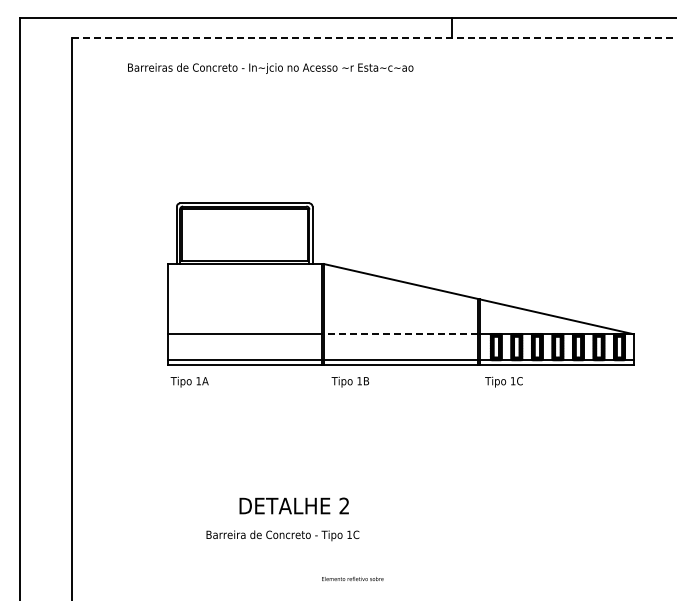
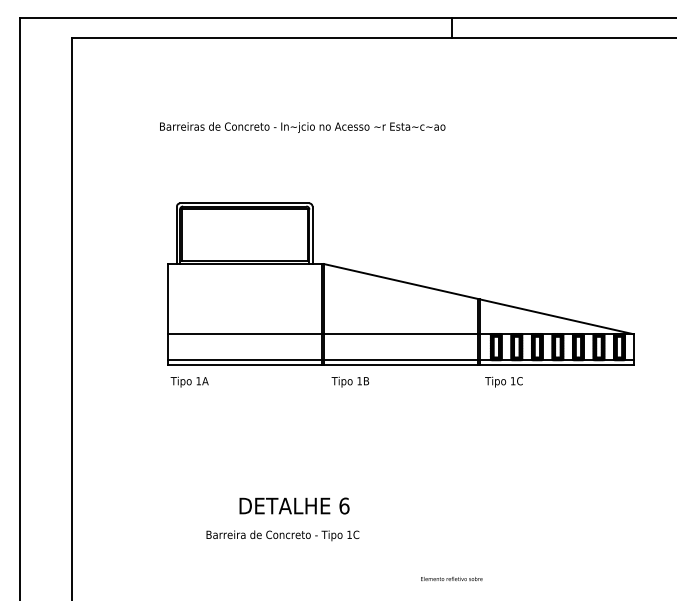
line at (374, 38): dashed -> solid
text at (270, 68) position: (270, 68) -> (302, 127)
line at (400, 334): dashed -> solid
text at (344, 505): 2 -> 6
text at (352, 579) position: (352, 579) -> (451, 579)
